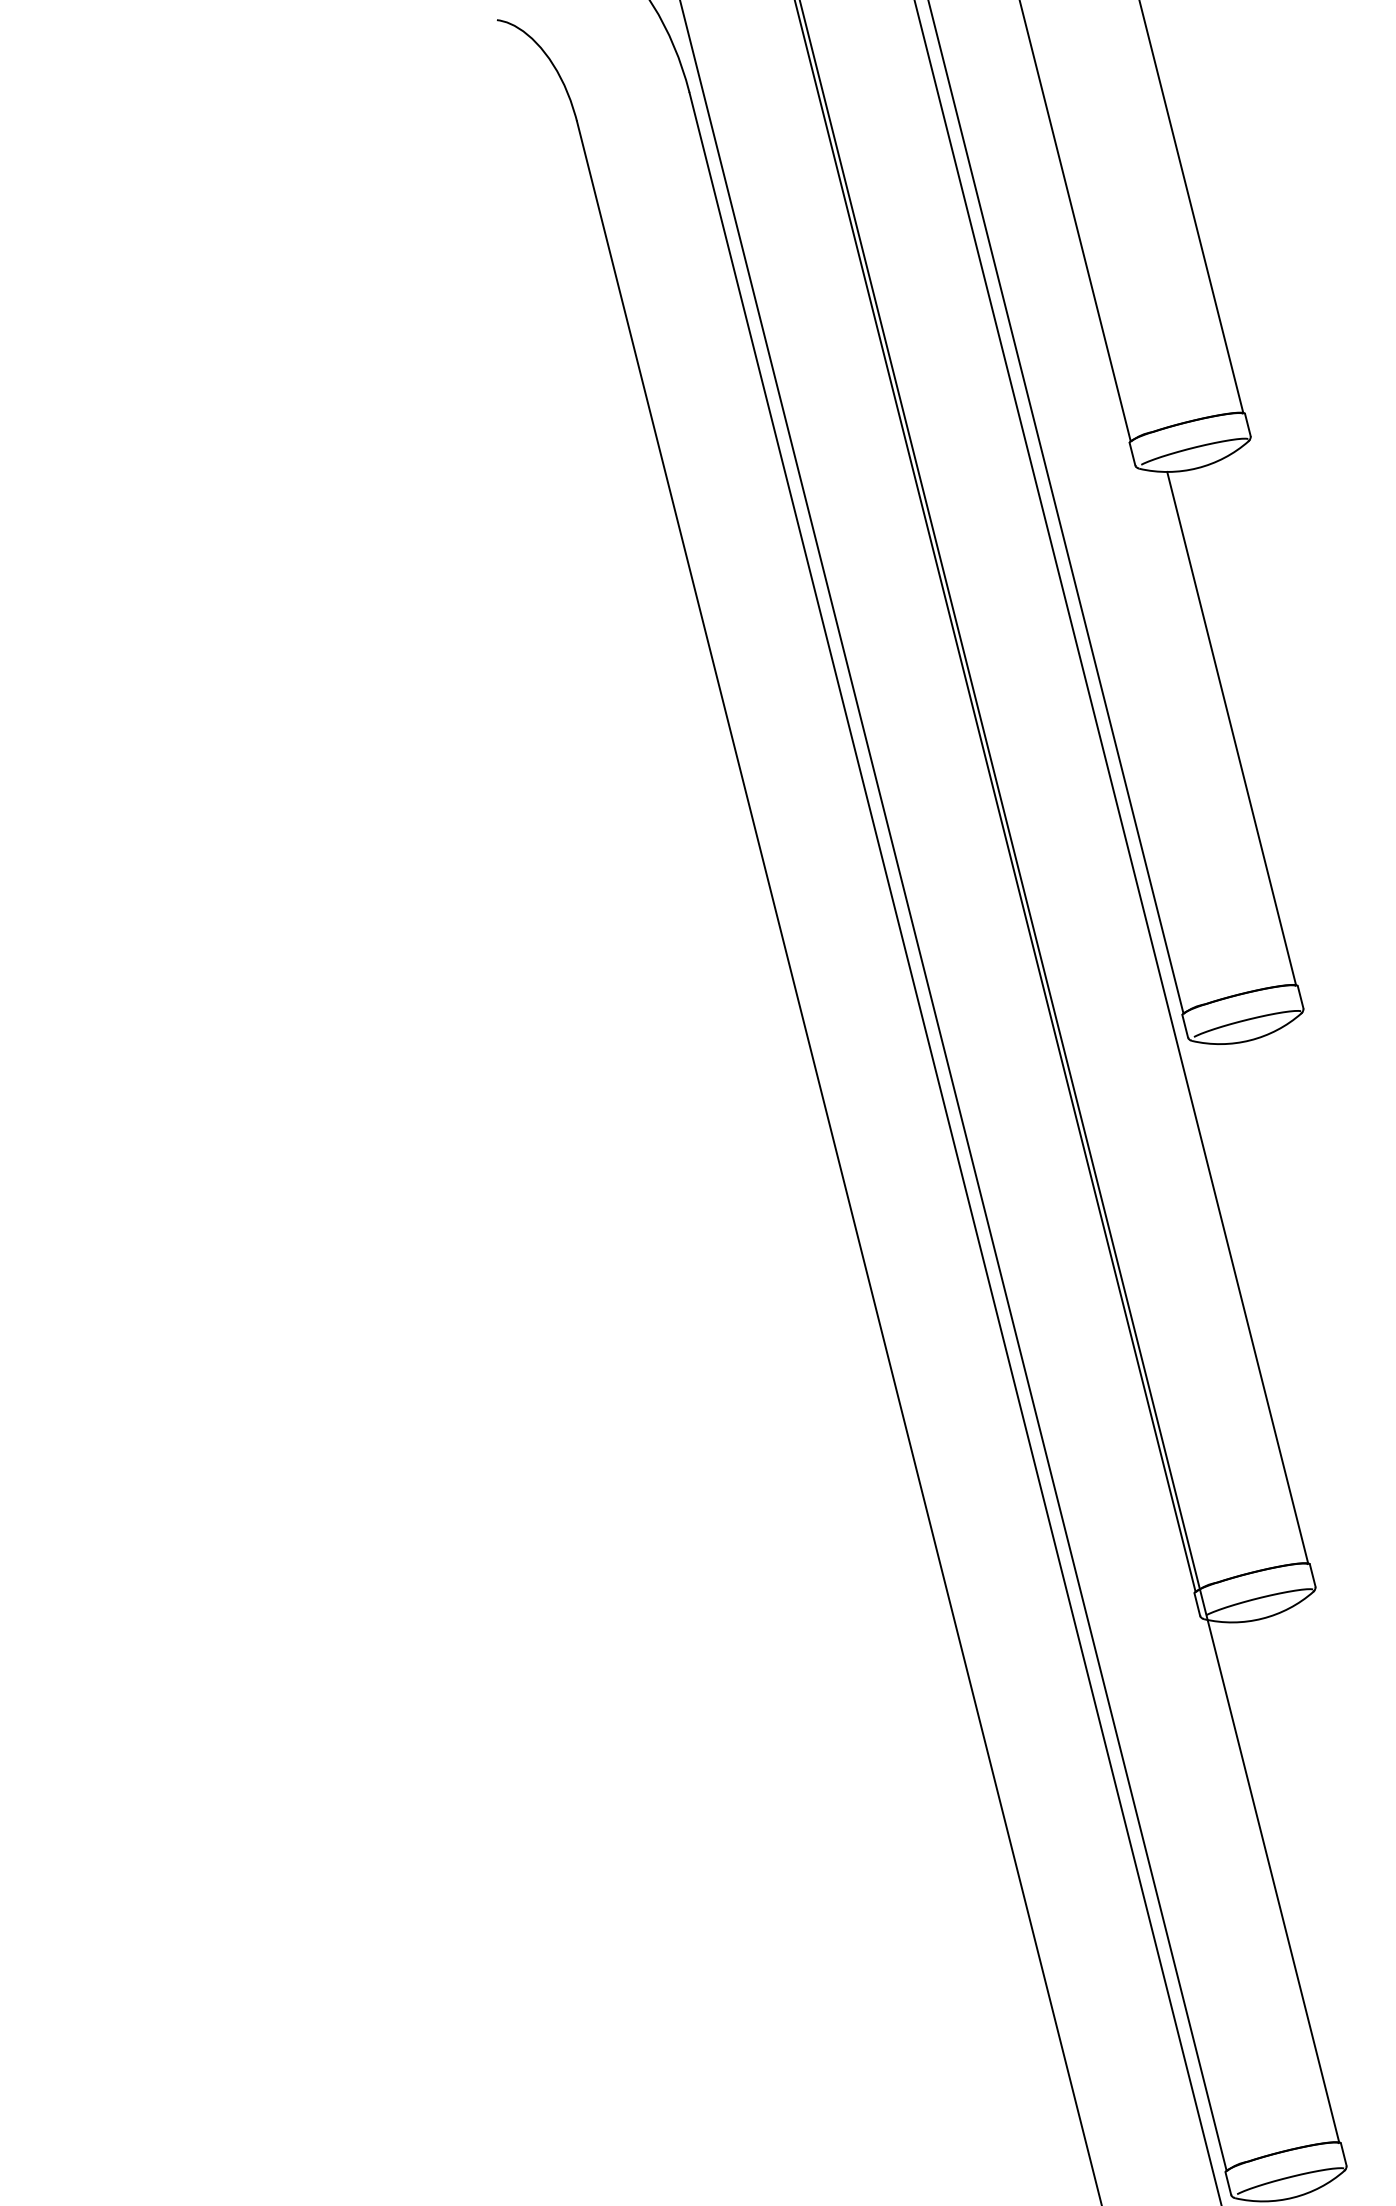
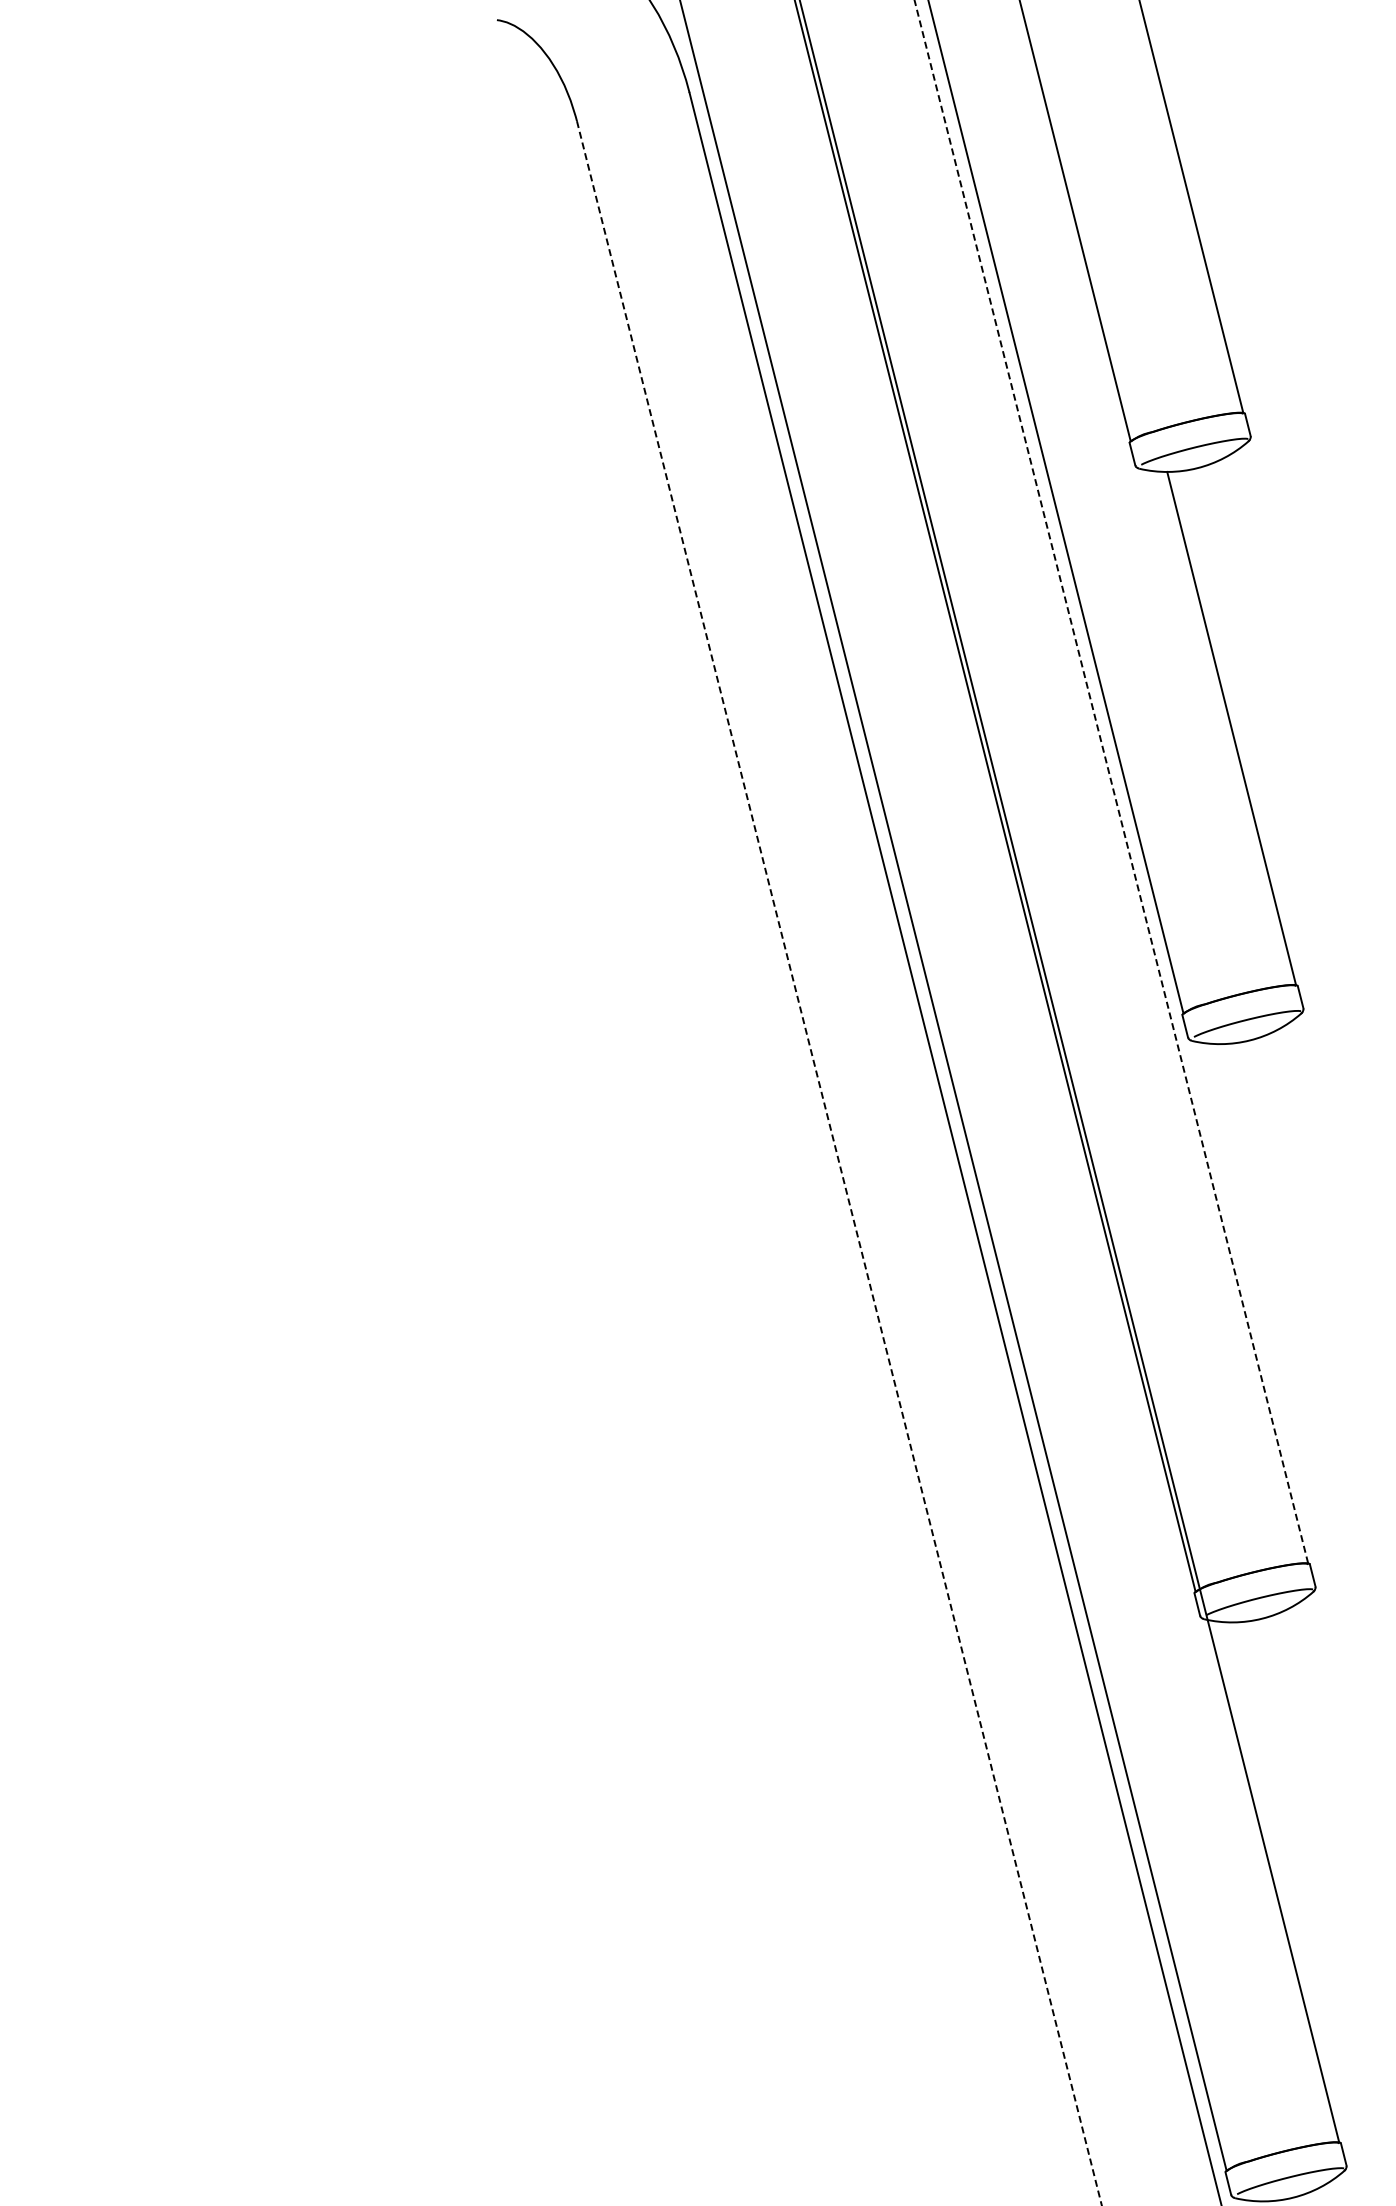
line at (1111, 781): solid -> dashed
line at (839, 1163): solid -> dashed
